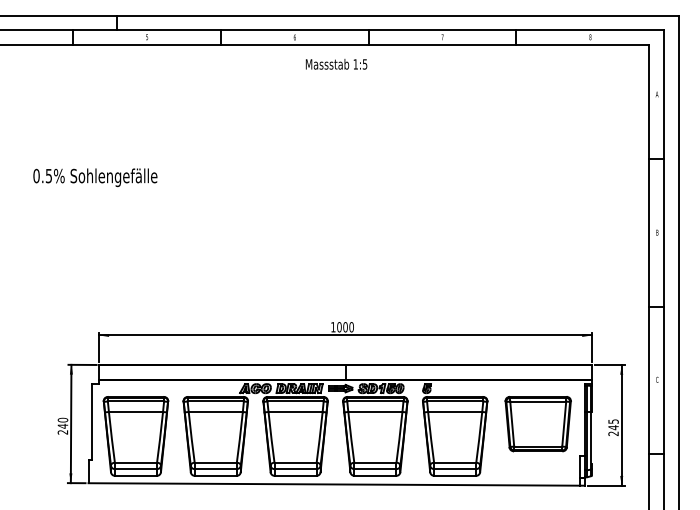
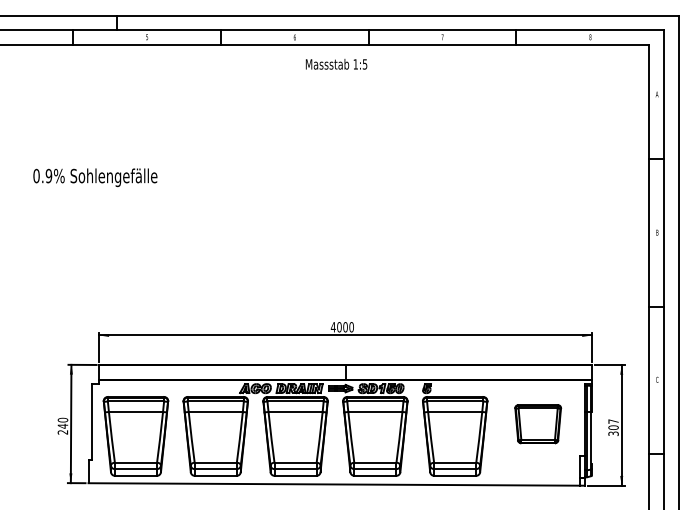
text at (48, 175): 0.5% -> 0.9%
text at (332, 327): 1000 -> 4000
part at (537, 424) size: 68x57 px -> 49x41 px
text at (613, 427): 245 -> 307
